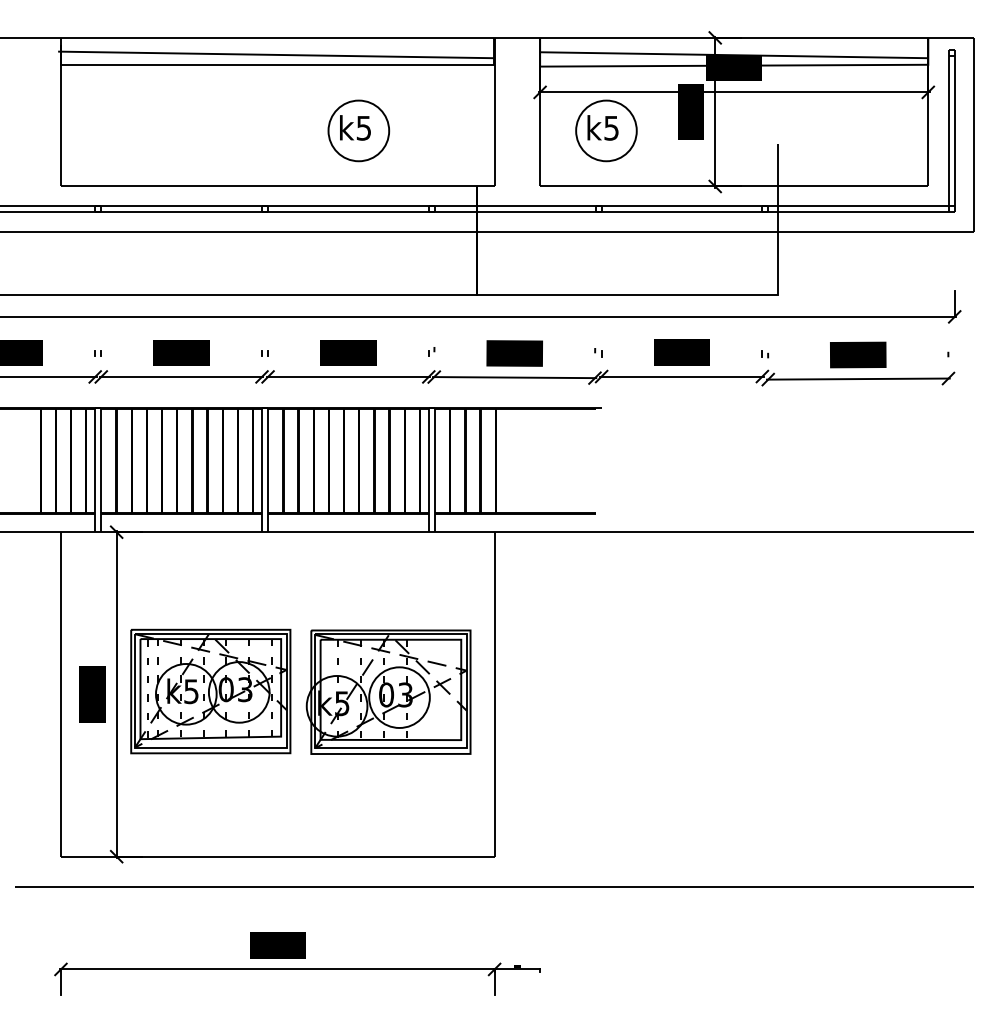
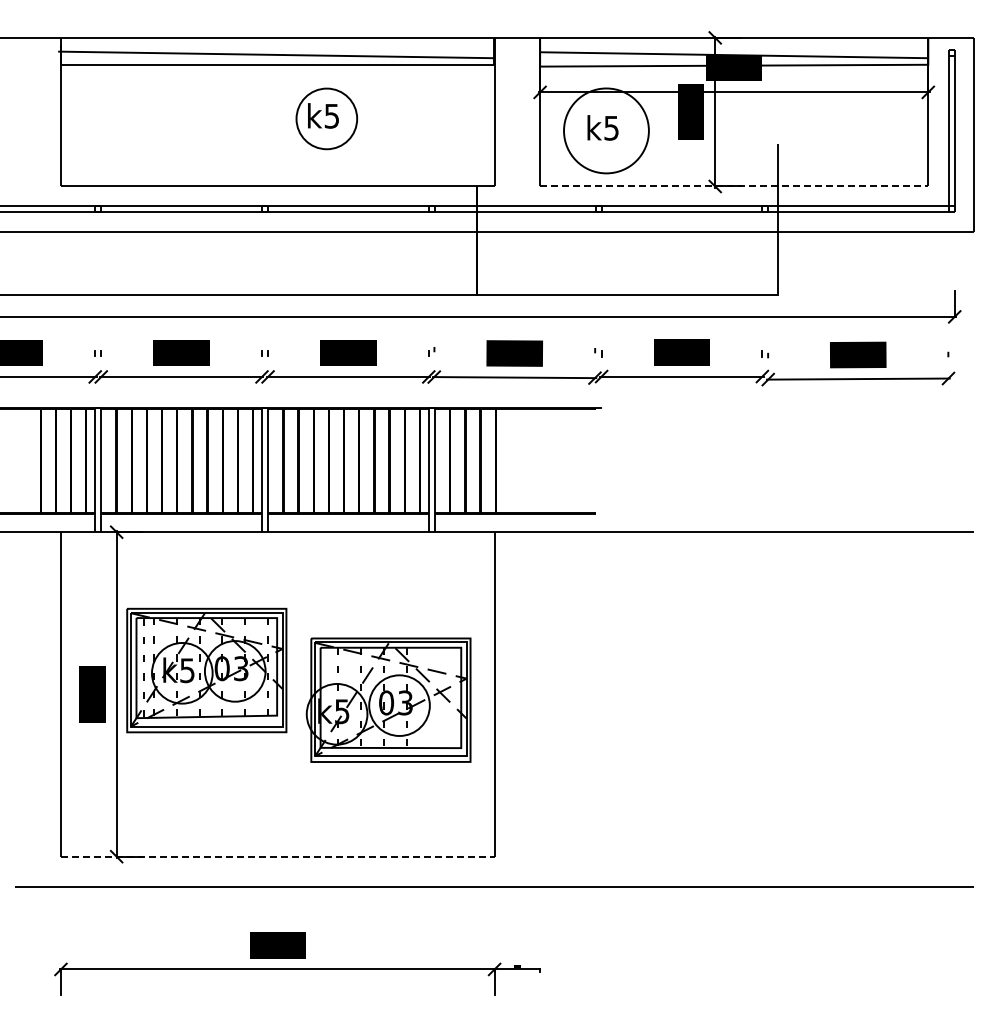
part at (358, 130) position: (358, 130) -> (326, 118)
circle at (606, 130) diameter: 61 px -> 85 px
line at (734, 186): solid -> dashed
part at (210, 691) position: (210, 691) -> (206, 670)
part at (388, 691) position: (388, 691) -> (388, 699)
line at (277, 856): solid -> dashed
